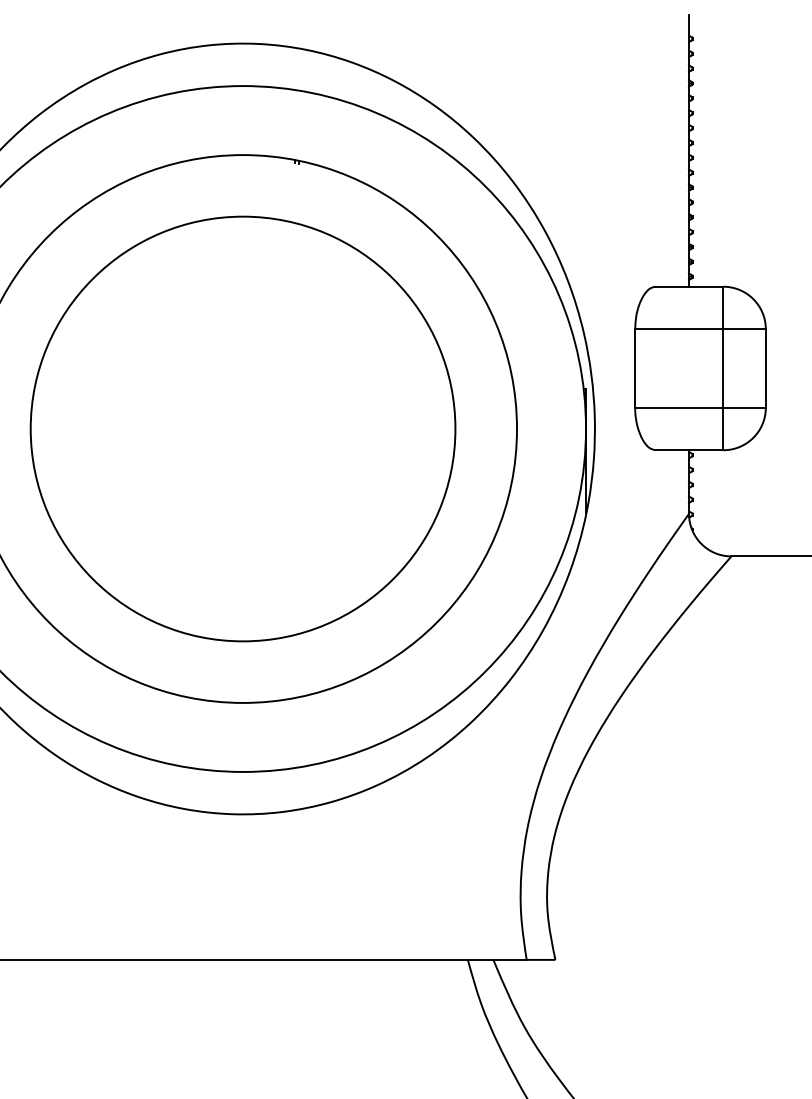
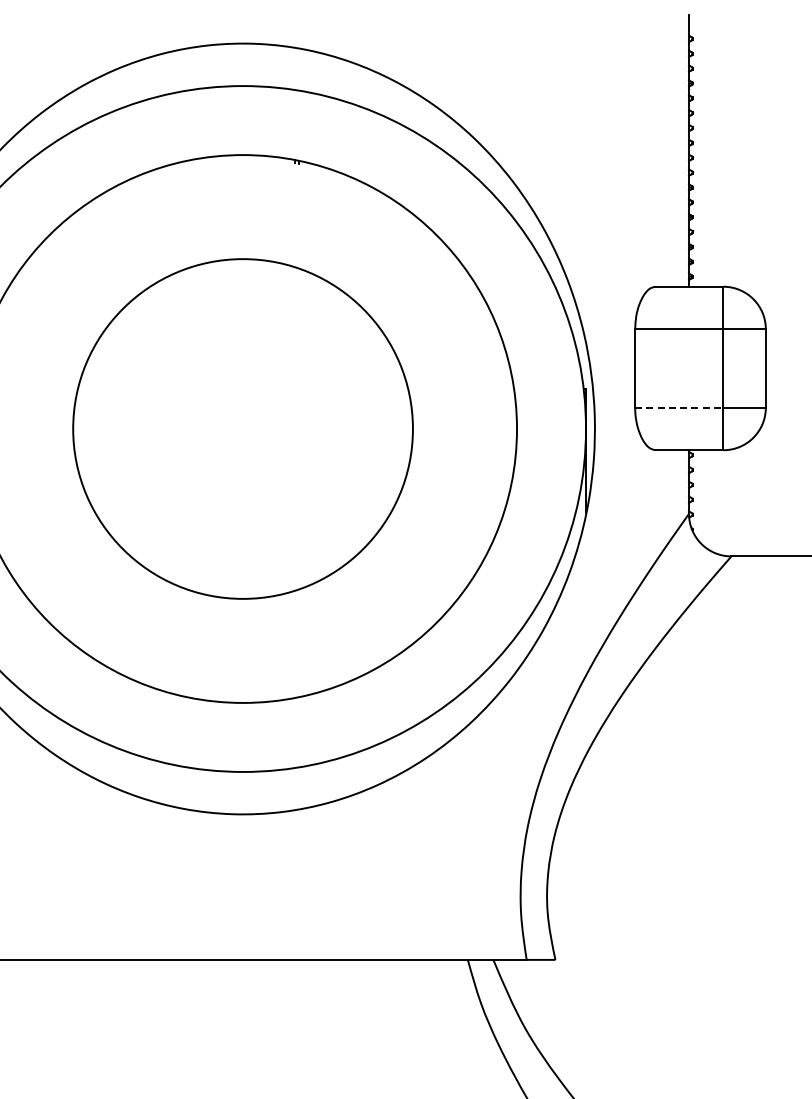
line at (679, 407): solid -> dashed
circle at (242, 428) diameter: 425 px -> 340 px
